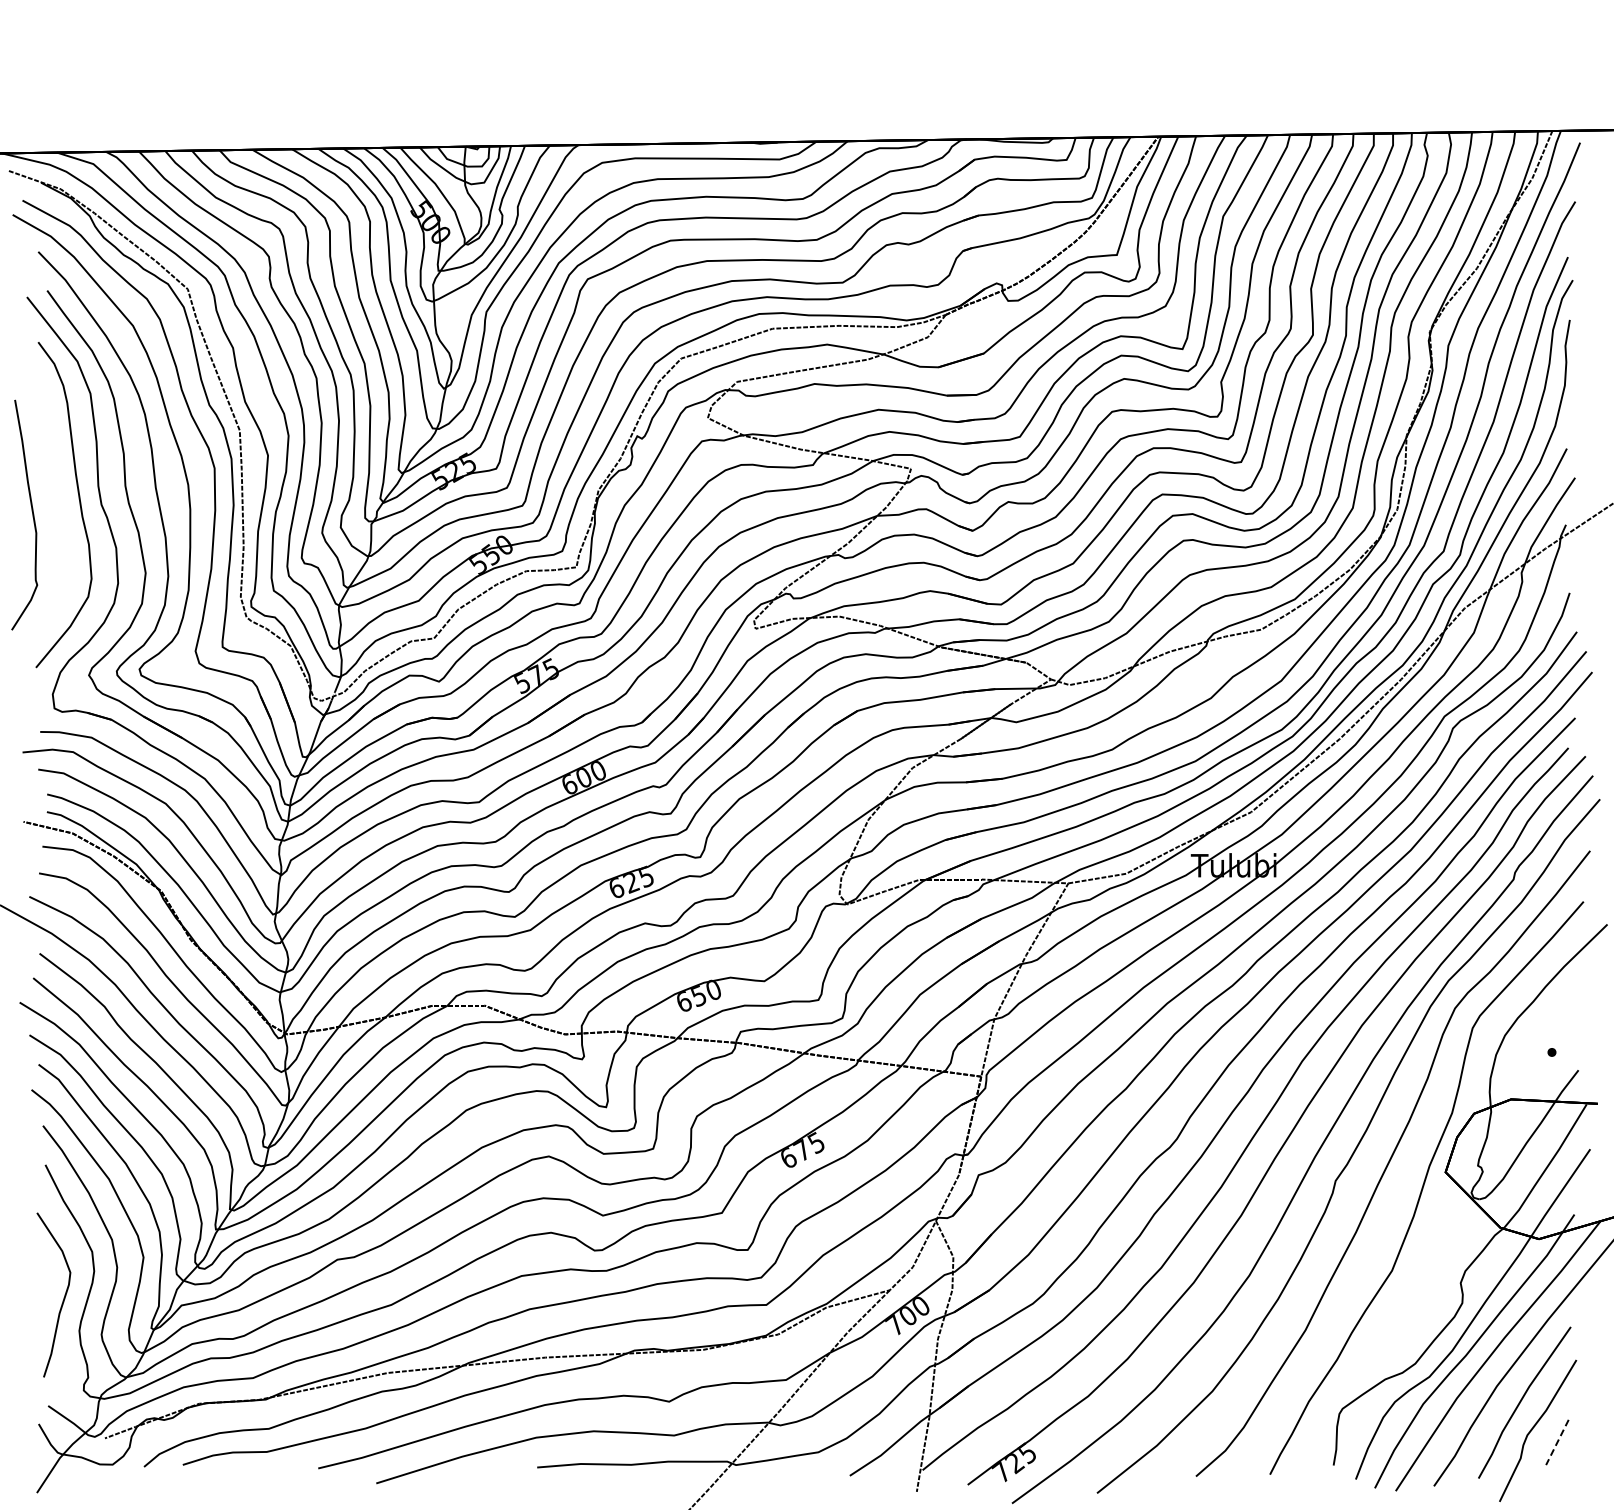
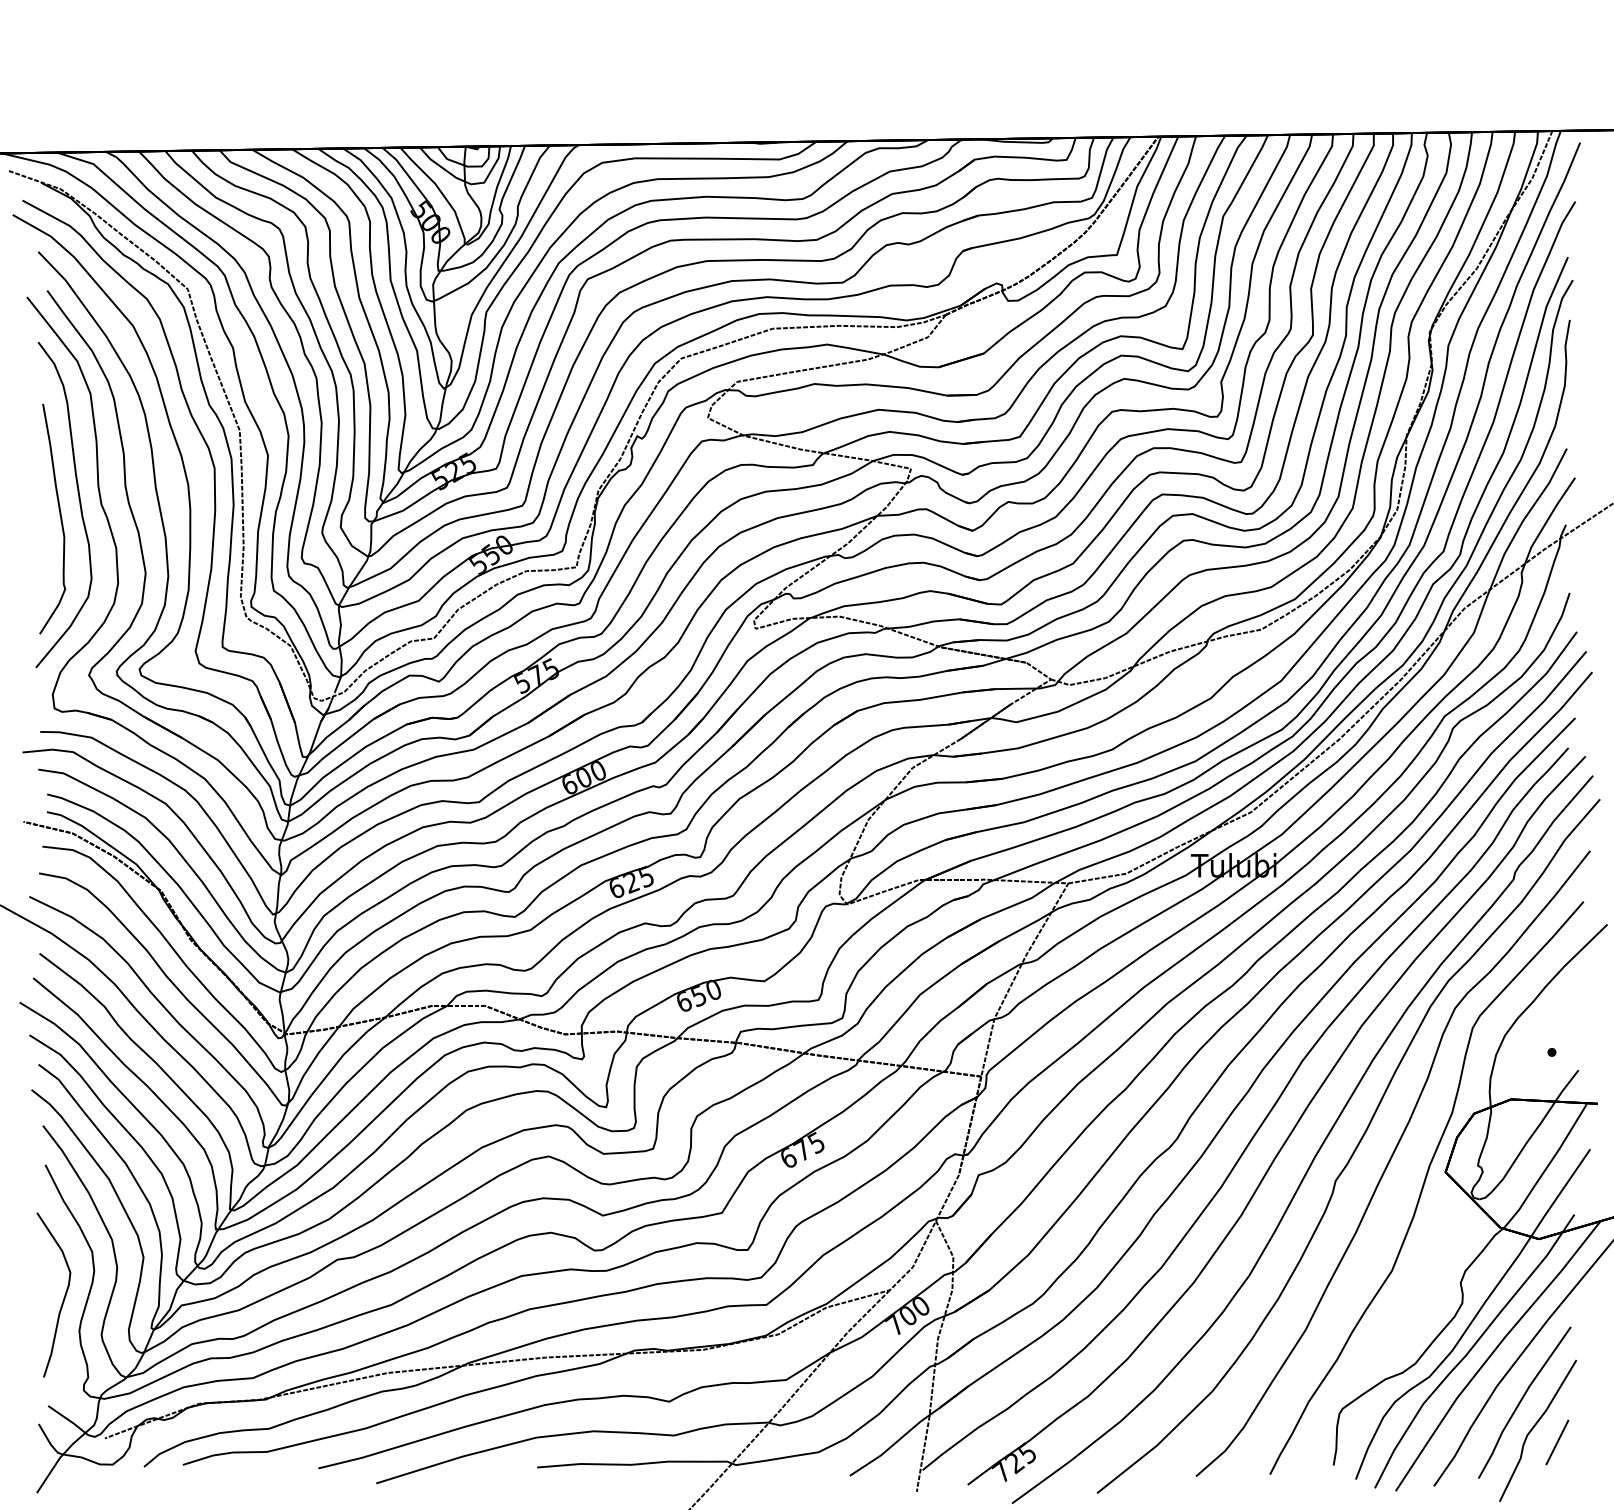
curve at (31, 511) position: (31, 511) -> (59, 515)
line at (1557, 1442): dashed -> solid
